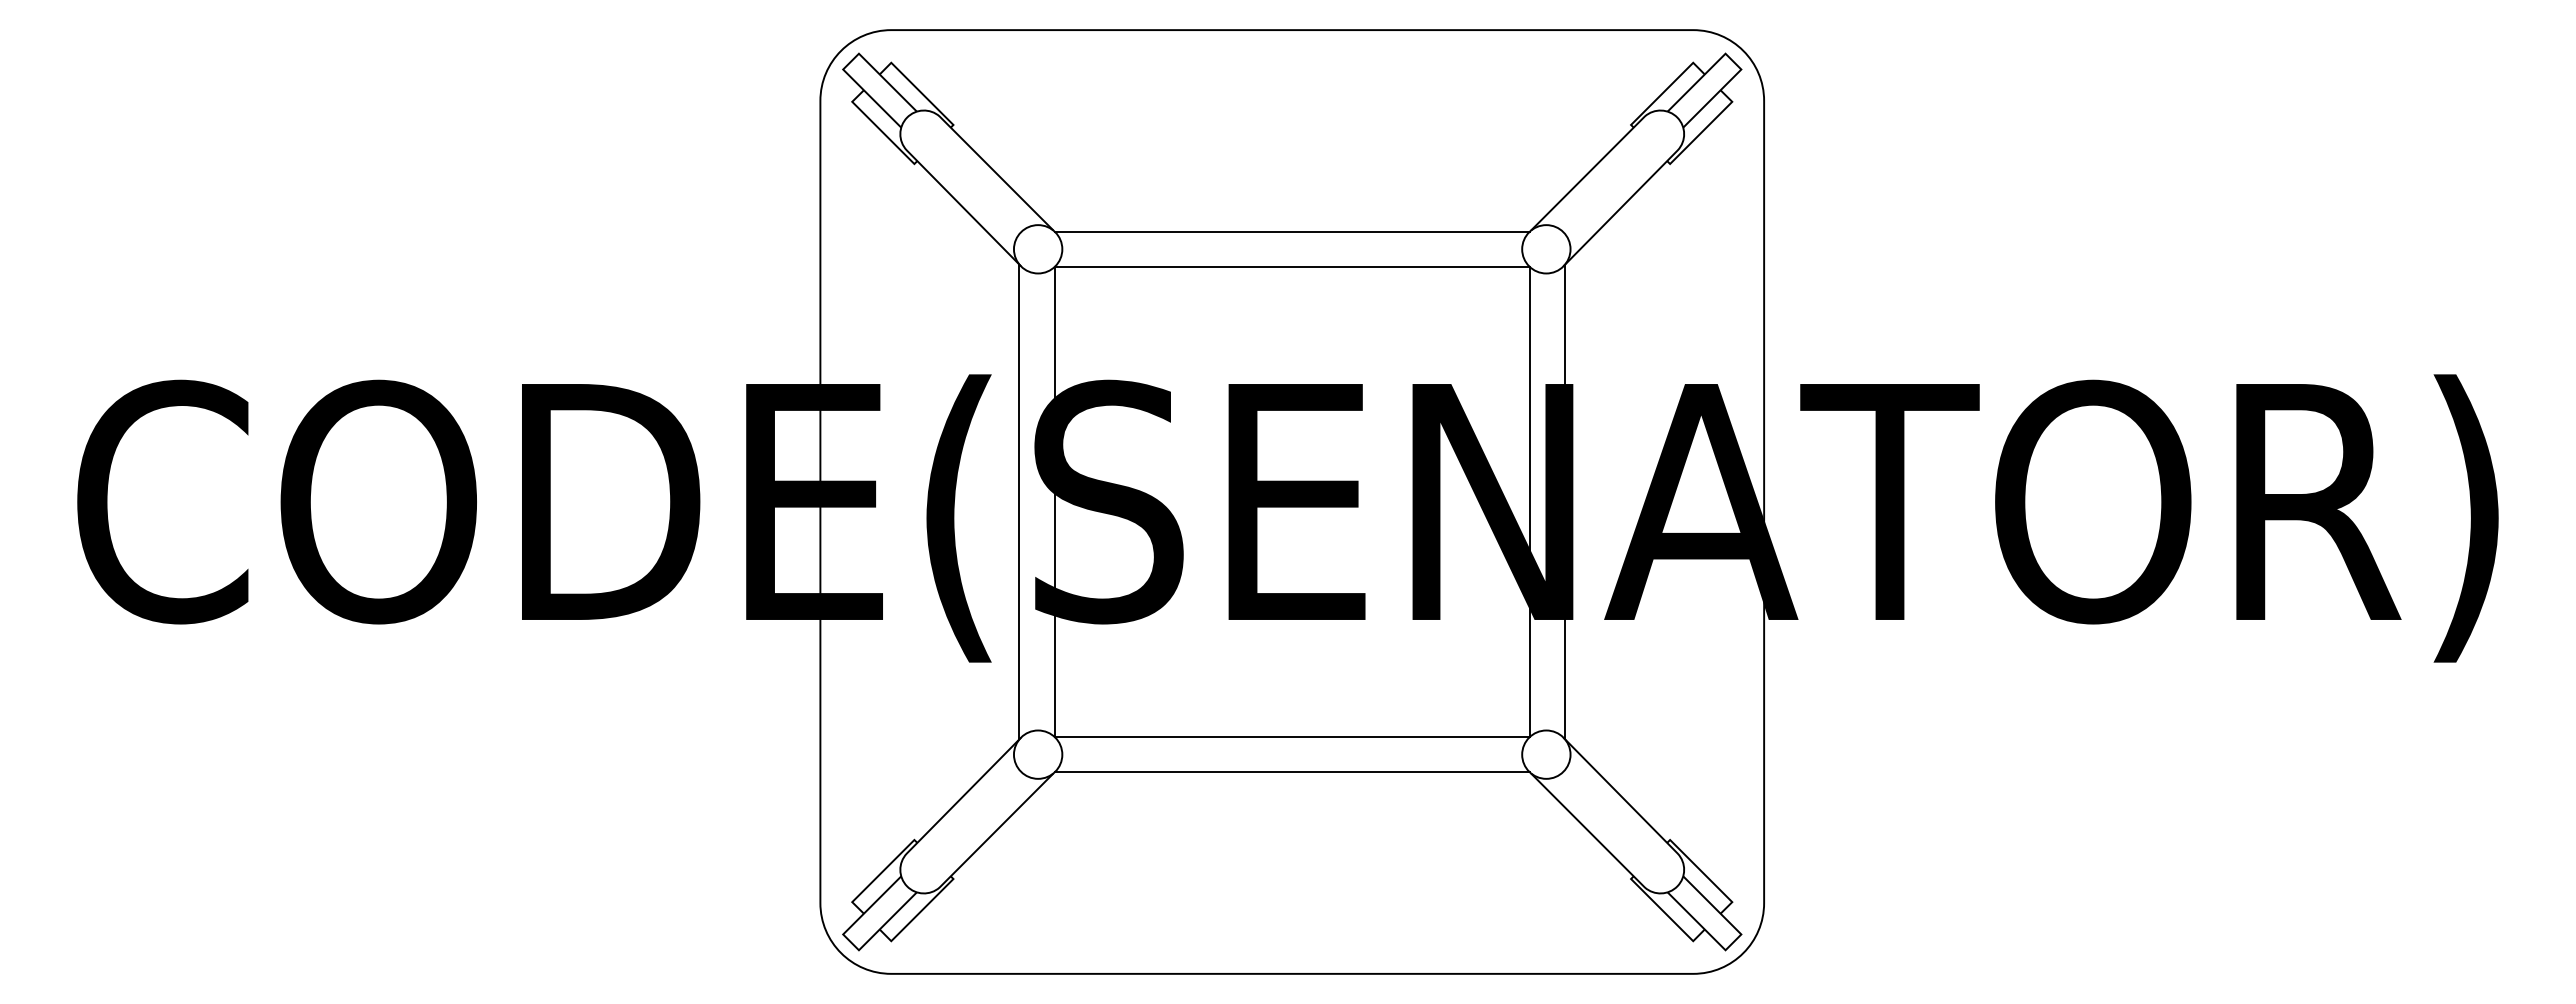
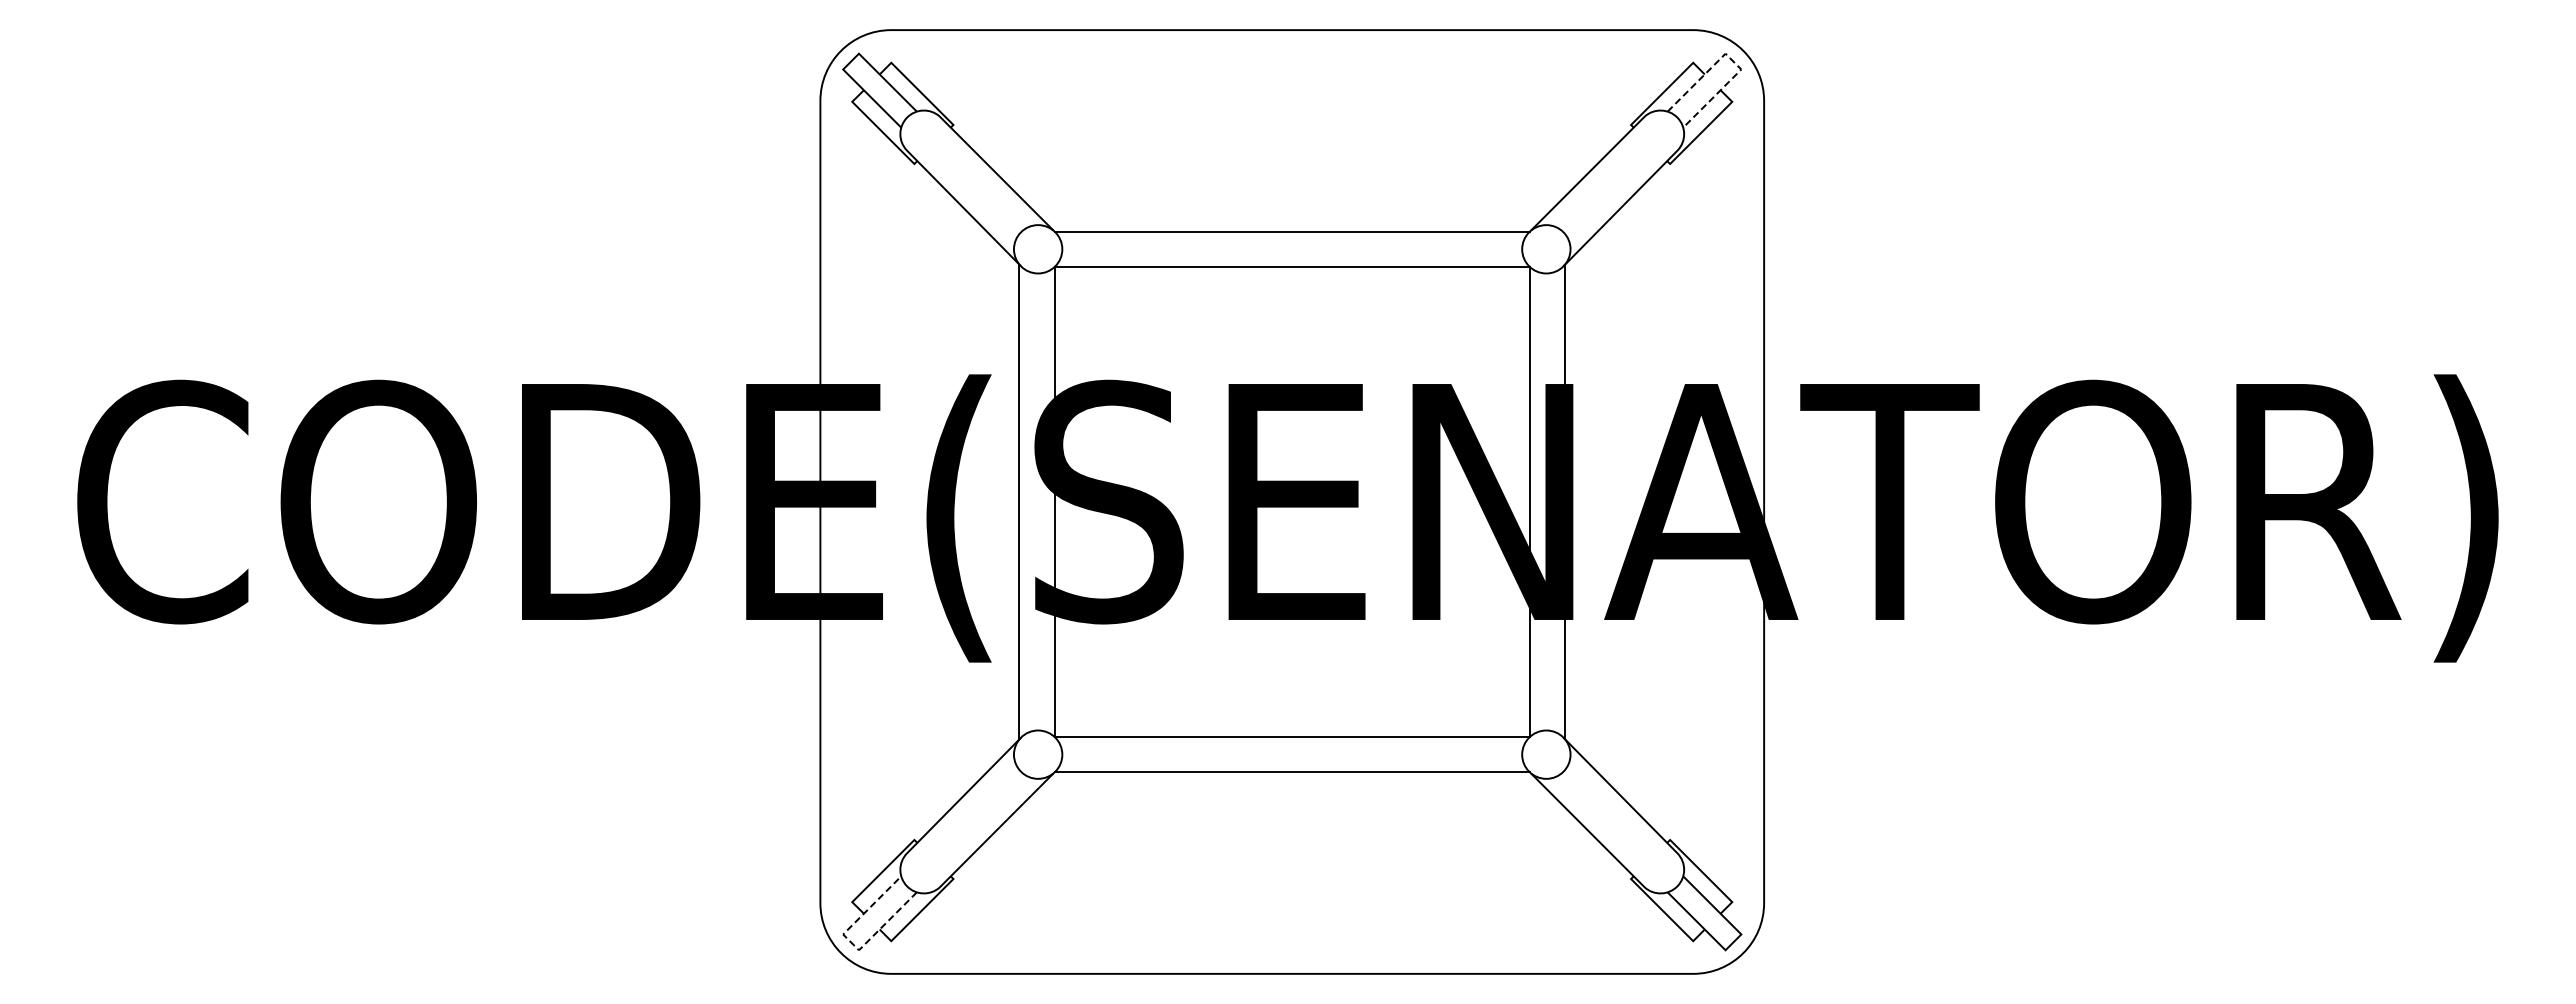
line at (1733, 61): solid -> dashed
line at (850, 942): solid -> dashed
